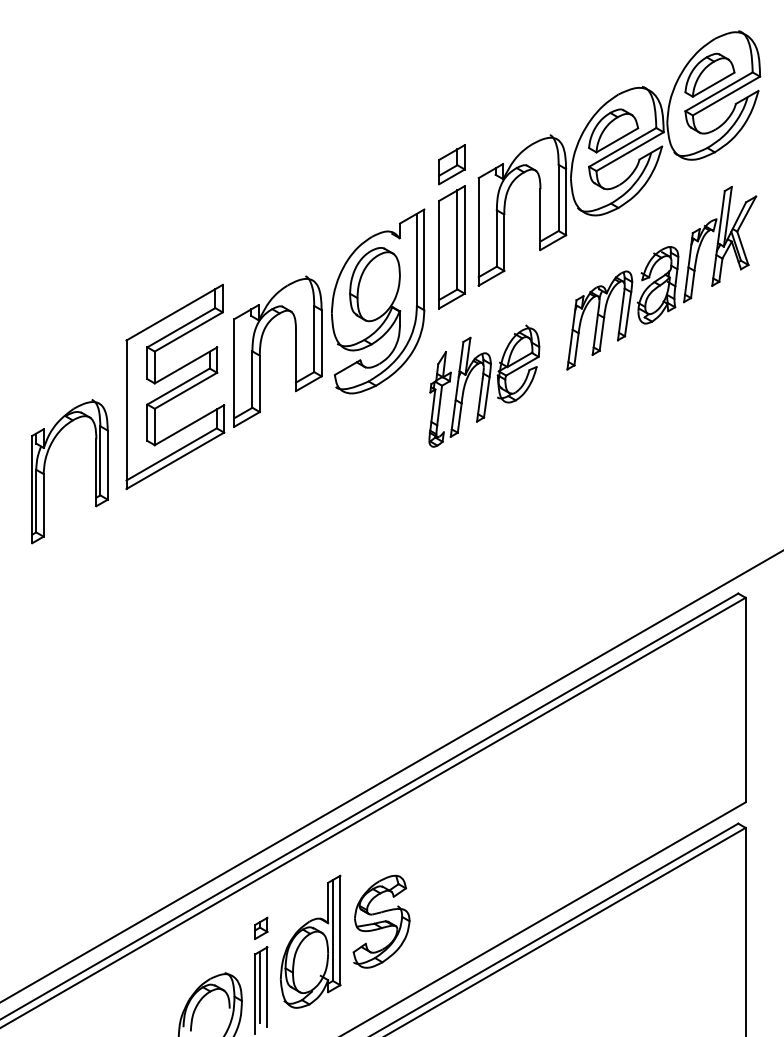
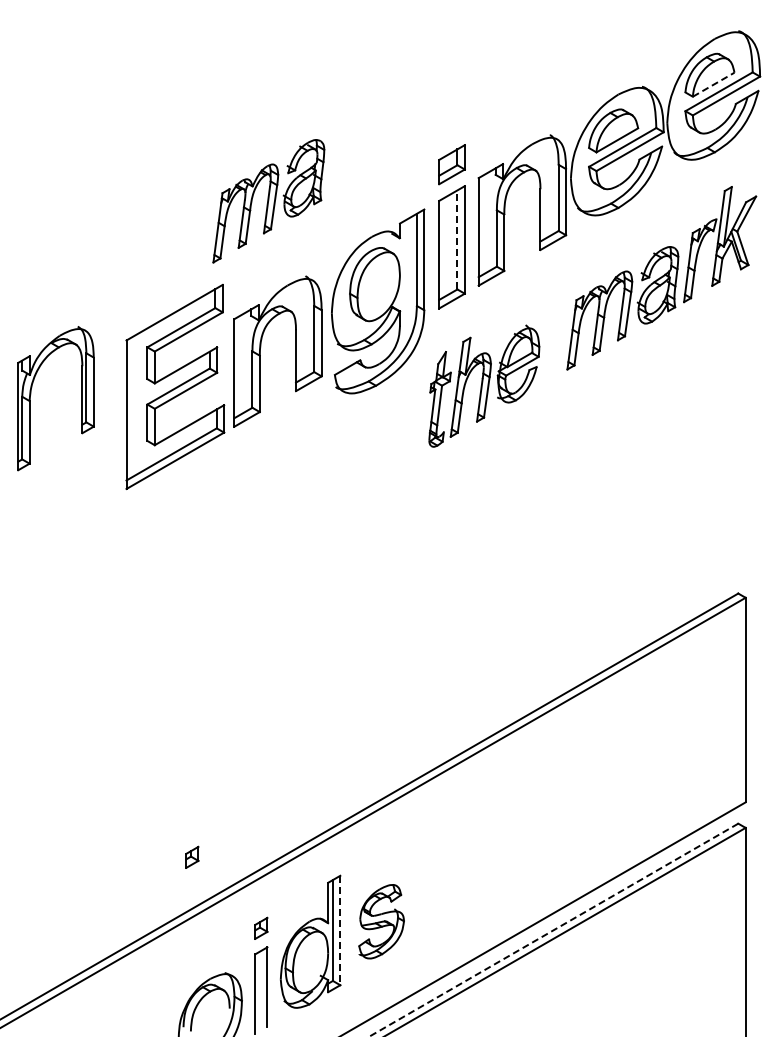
line at (714, 84): solid -> dashed
part at (268, 201): none -> present
line at (457, 239): solid -> dashed
part at (45, 467) position: (45, 467) -> (31, 394)
line at (391, 776): present -> none
part at (192, 856): none -> present
part at (381, 921) size: 59x95 px -> 47x76 px
line at (340, 930): solid -> dashed
line at (553, 930): solid -> dashed
line at (260, 987): present -> none
